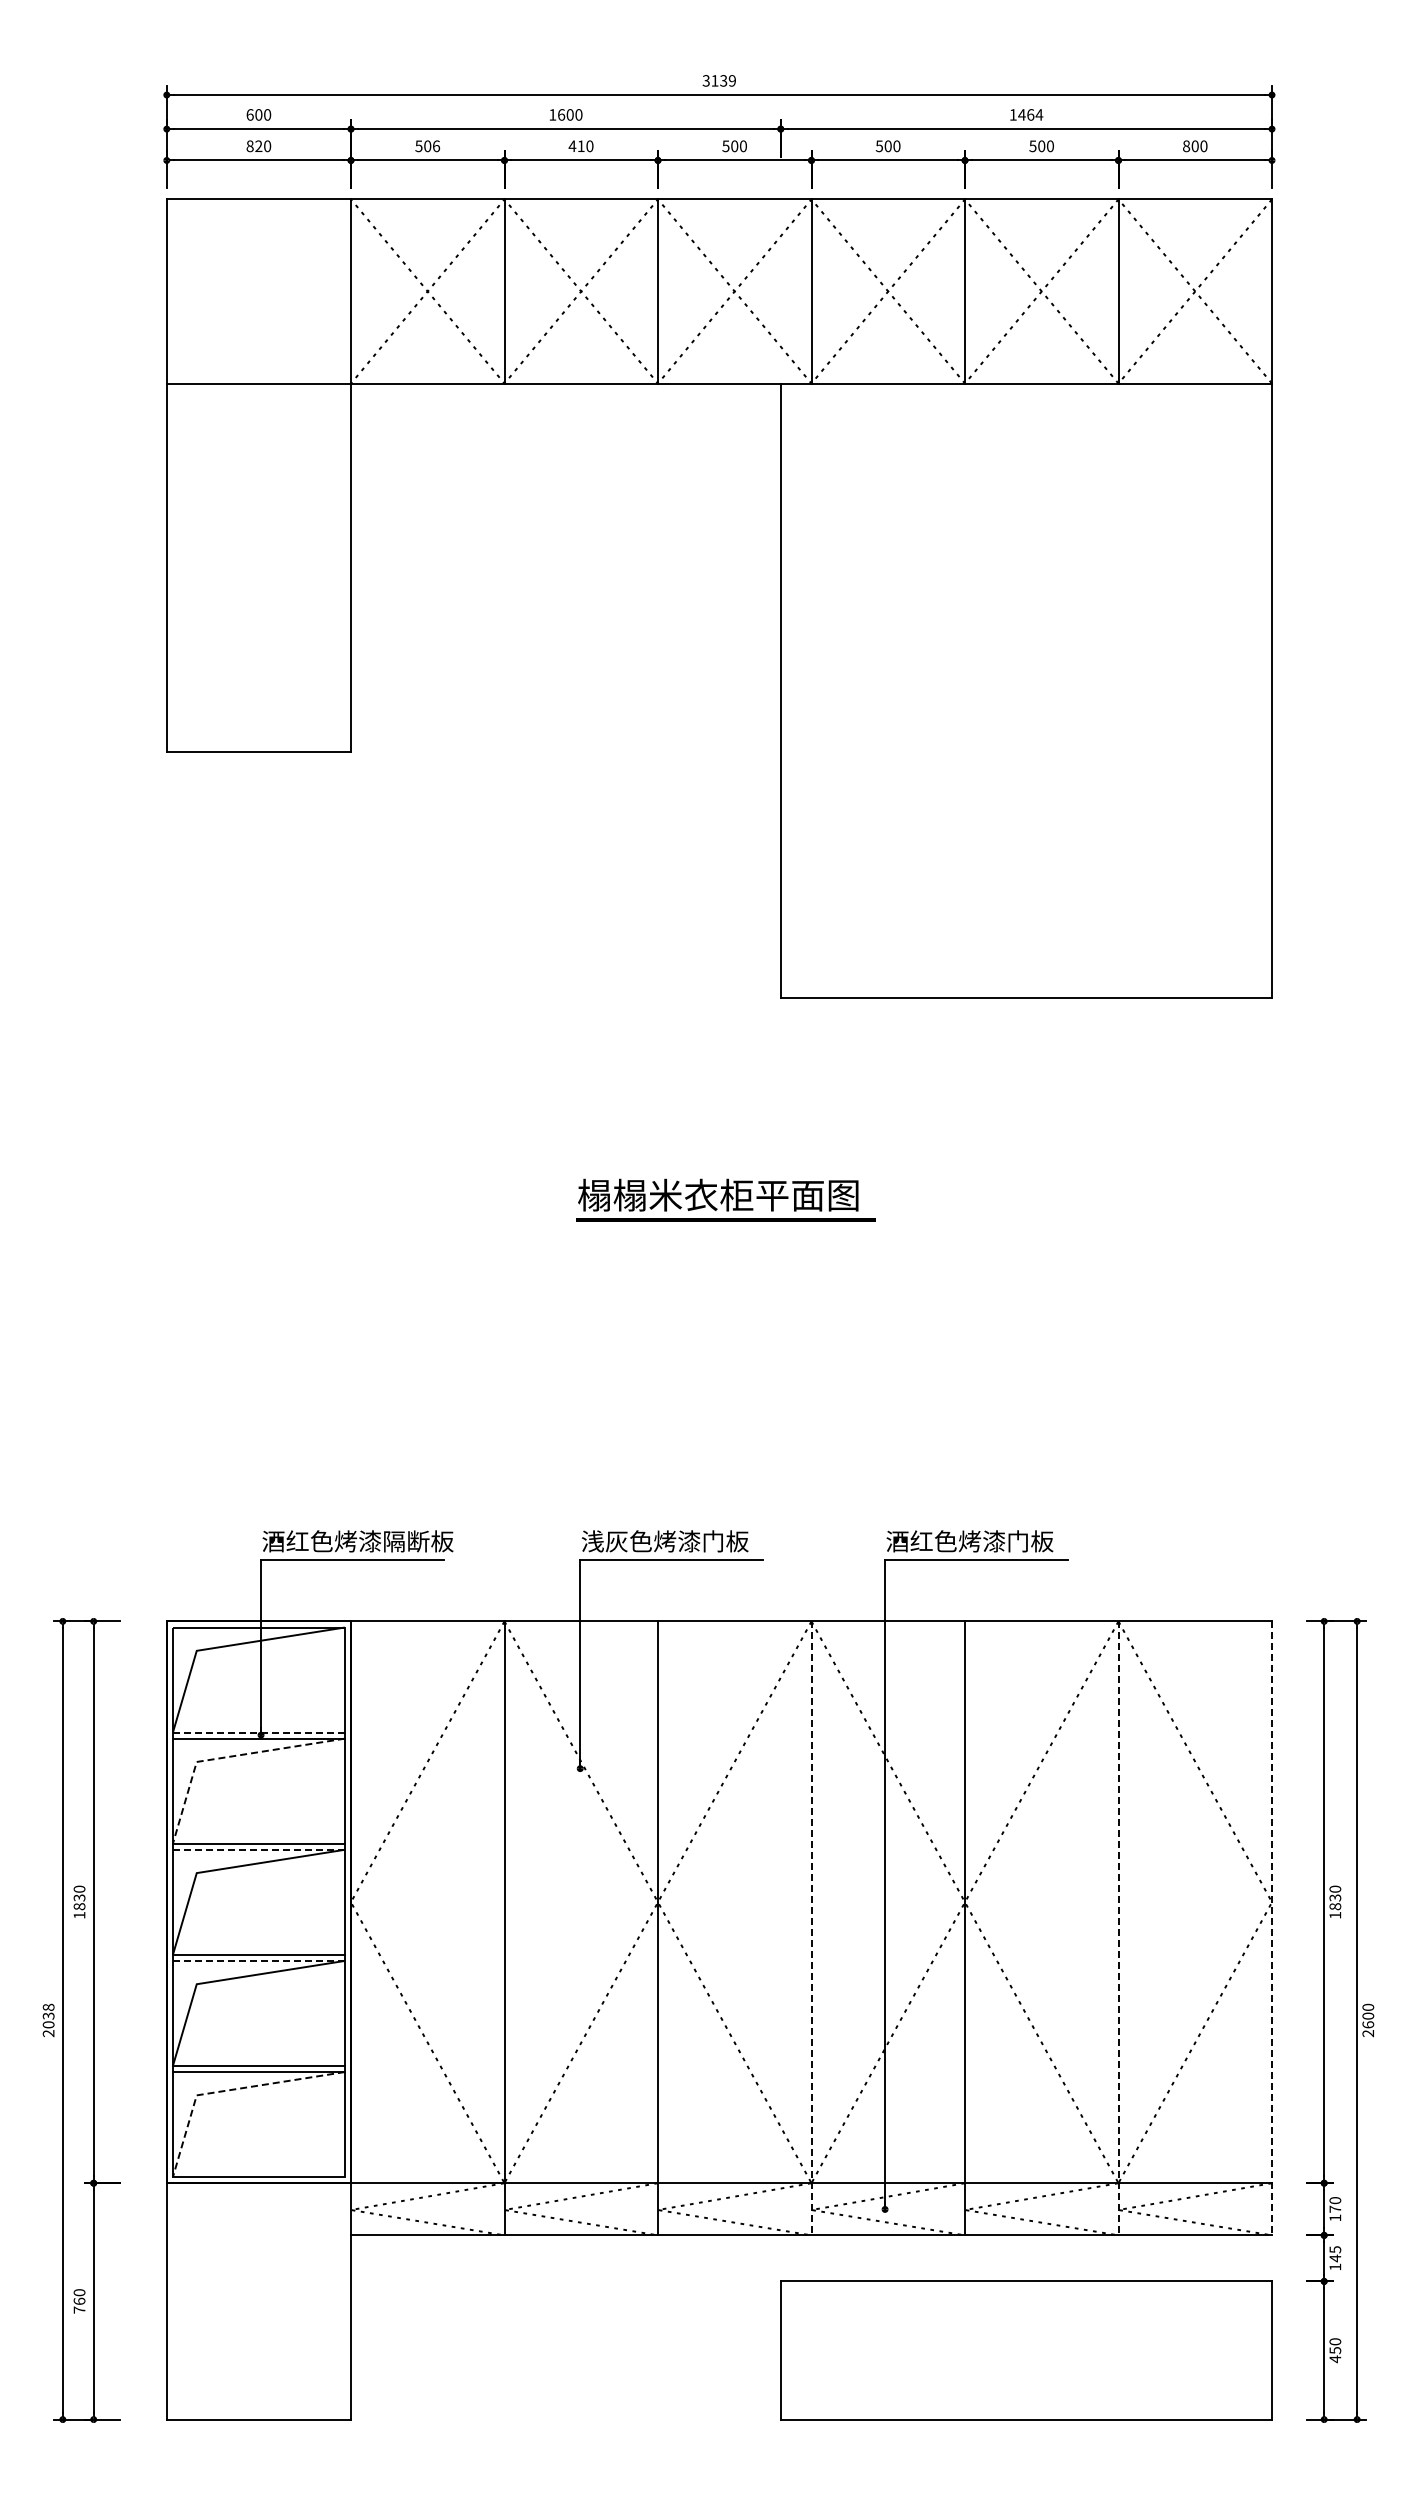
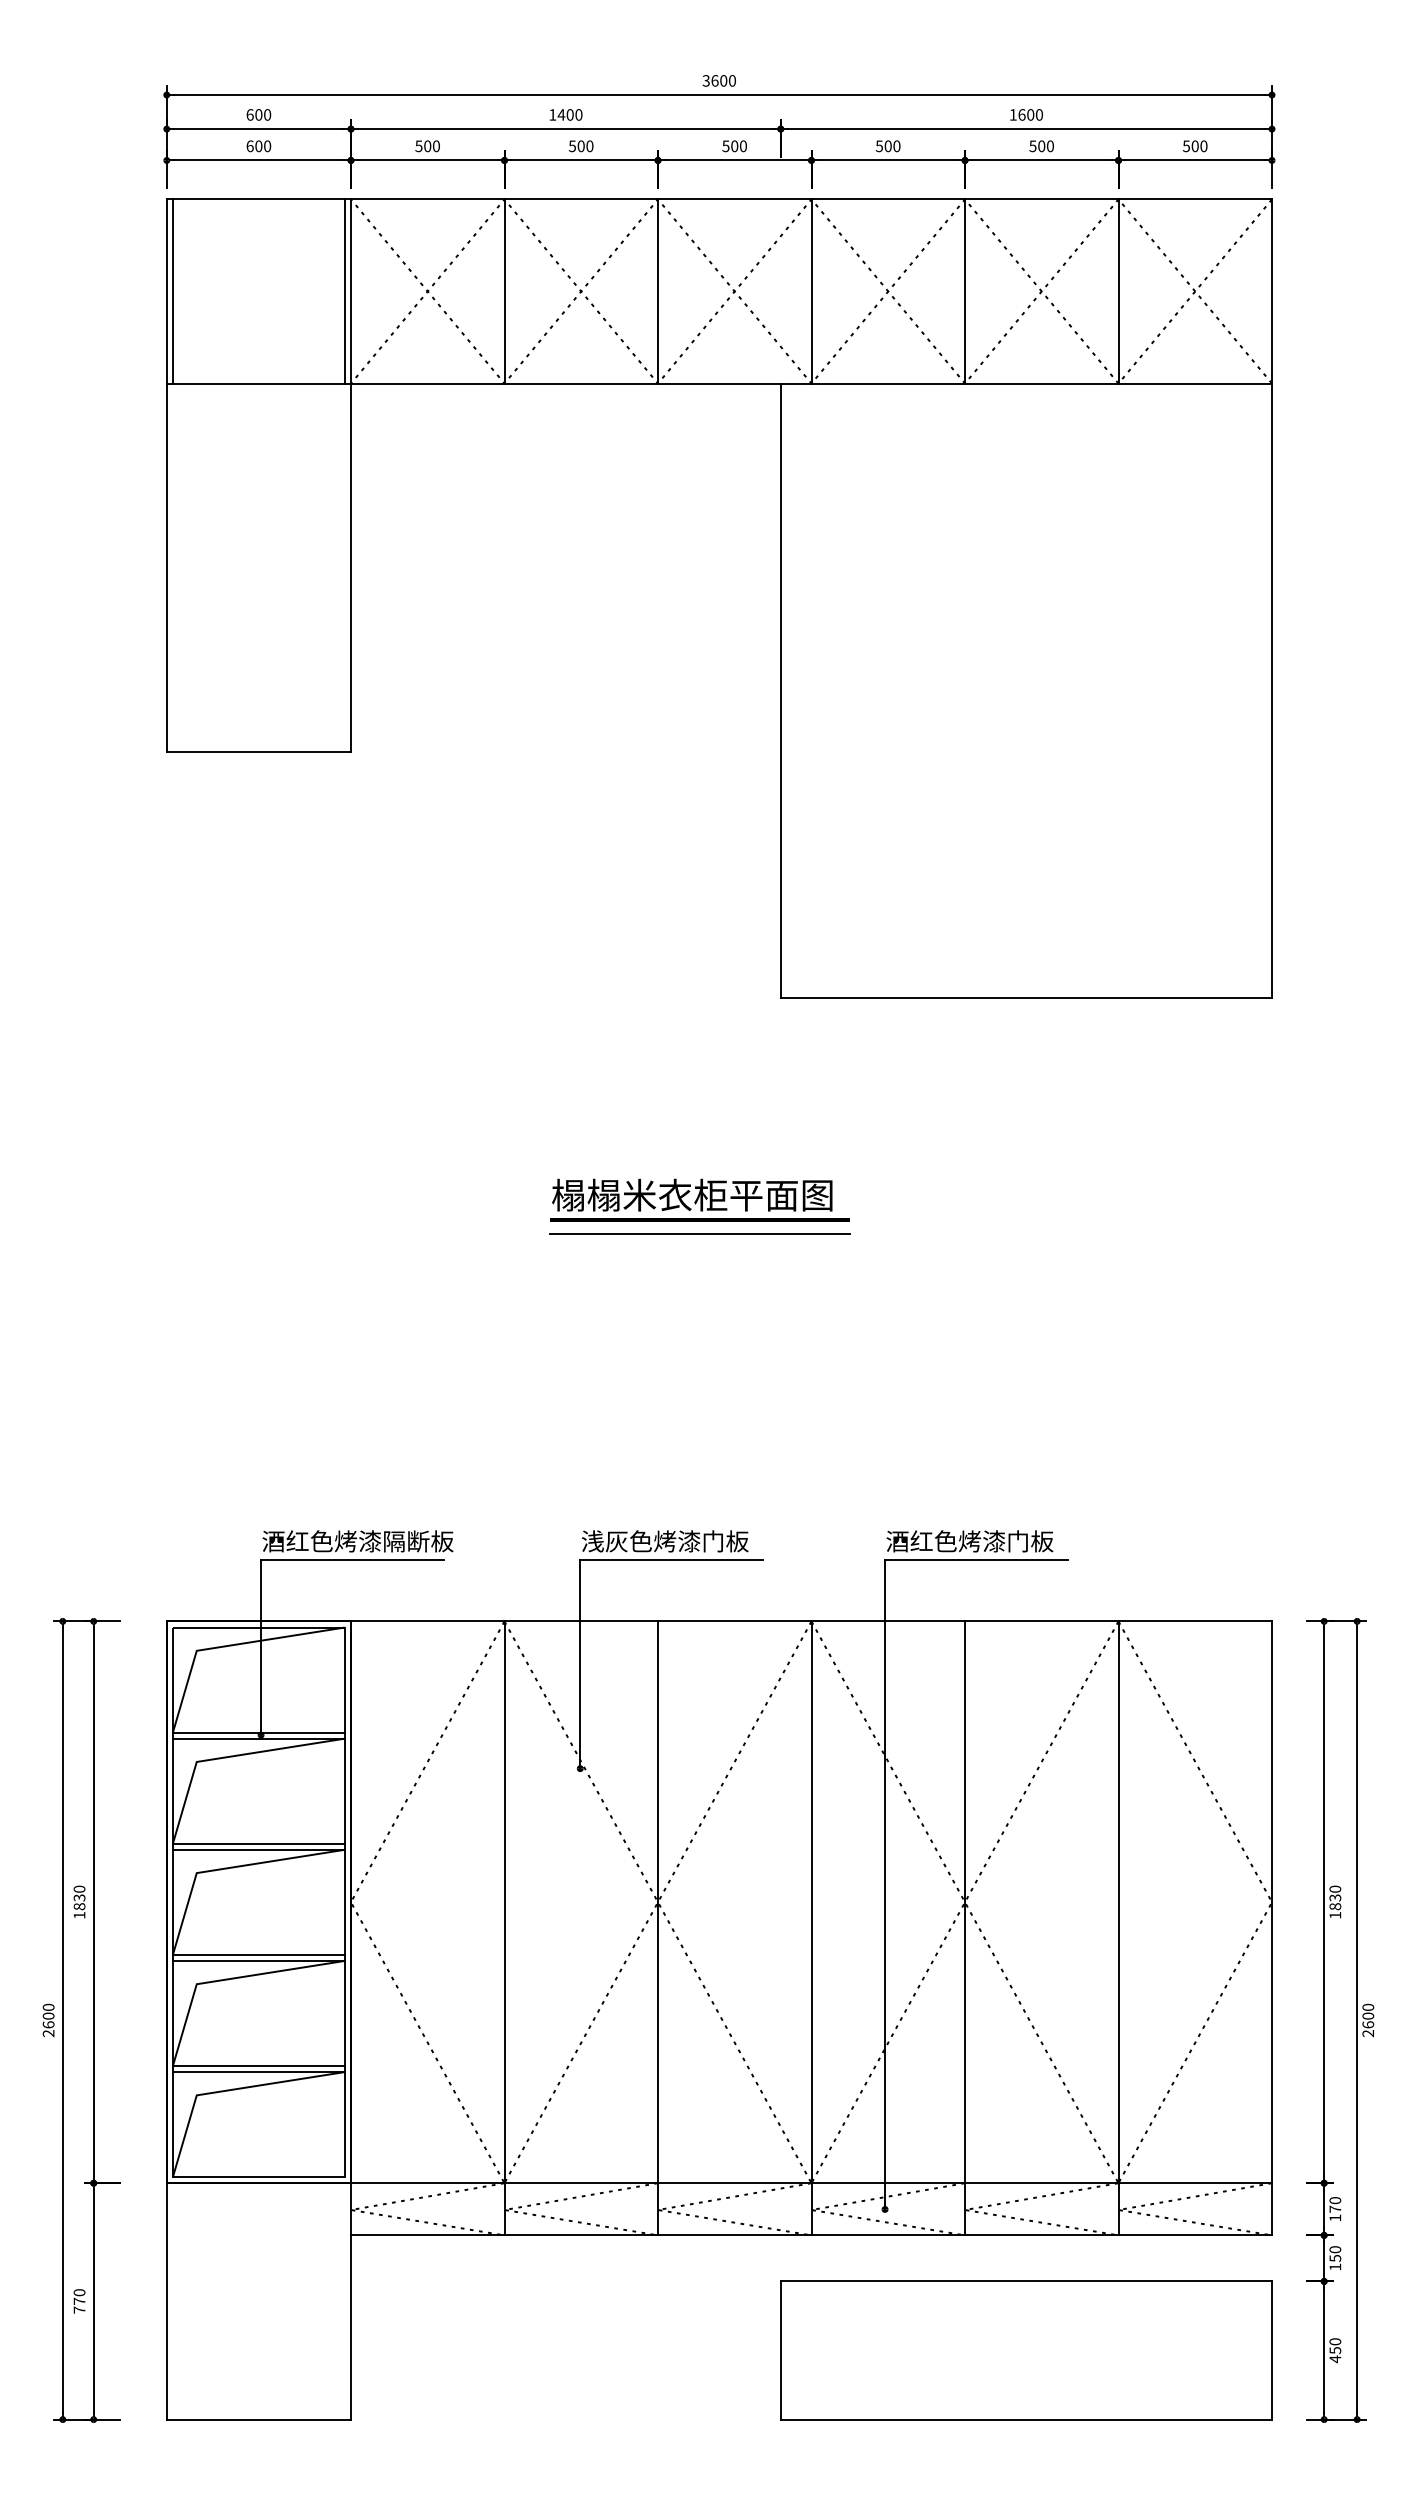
text at (723, 80): 3139 -> 3600
text at (560, 114): 1600 -> 1400
text at (1030, 114): 1464 -> 1600
text at (436, 145): 506 -> 500
text at (254, 146): 820 -> 600
text at (576, 146): 410 -> 500
text at (1186, 146): 800 -> 500
line at (172, 291): none -> present
line at (344, 291): none -> present
text at (725, 1199) position: (725, 1199) -> (699, 1199)
line at (699, 1233): none -> present
line at (258, 1732): dashed -> solid
line at (227, 1757): dashed -> solid
line at (258, 1849): dashed -> solid
line at (811, 1928): dashed -> solid
line at (1118, 1928): dashed -> solid
line at (1272, 1928): dashed -> solid
line at (258, 1960): dashed -> solid
text at (48, 2015): 2038 -> 2600
line at (227, 2090): dashed -> solid
text at (1335, 2254): 145 -> 150
text at (79, 2300): 760 -> 770
